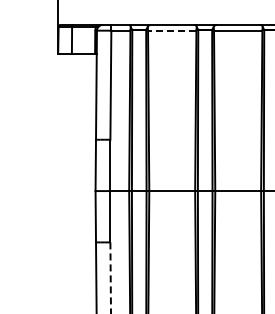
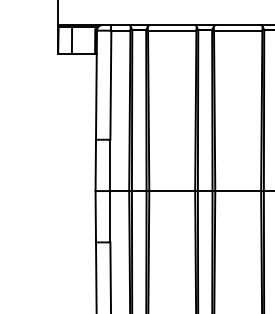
line at (171, 30): dashed -> solid
line at (110, 278): dashed -> solid
